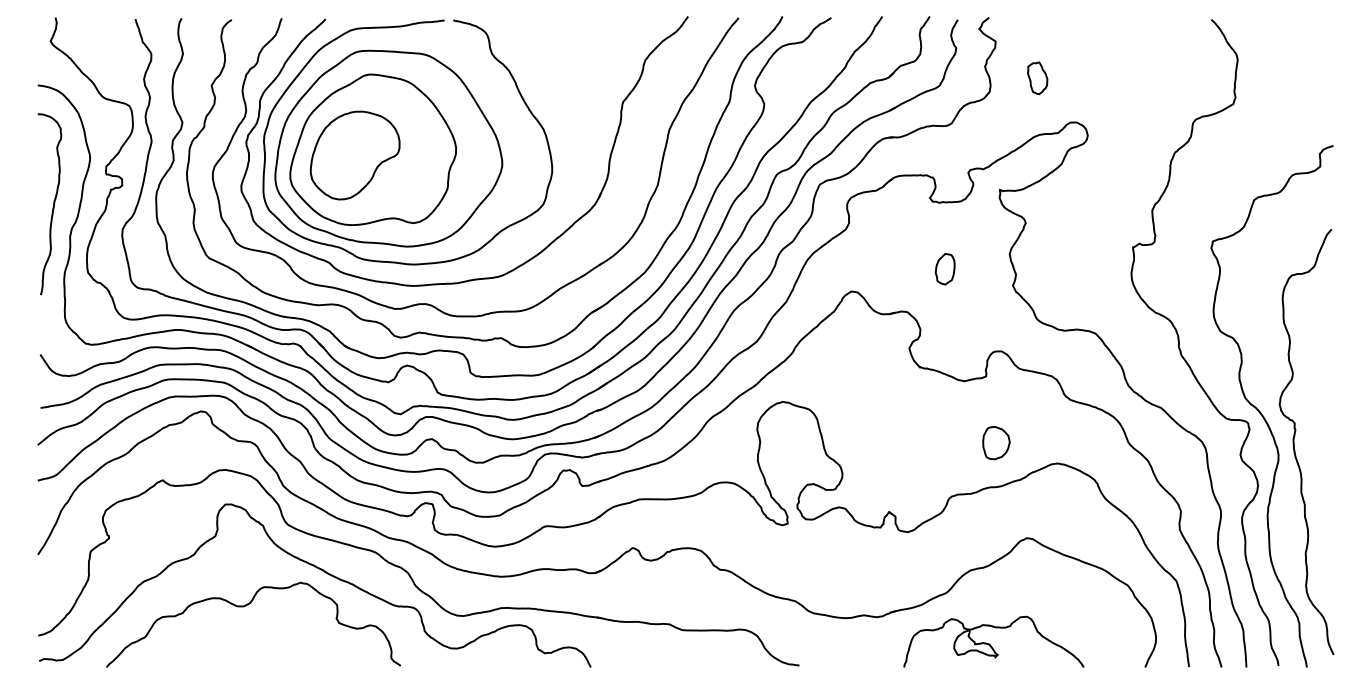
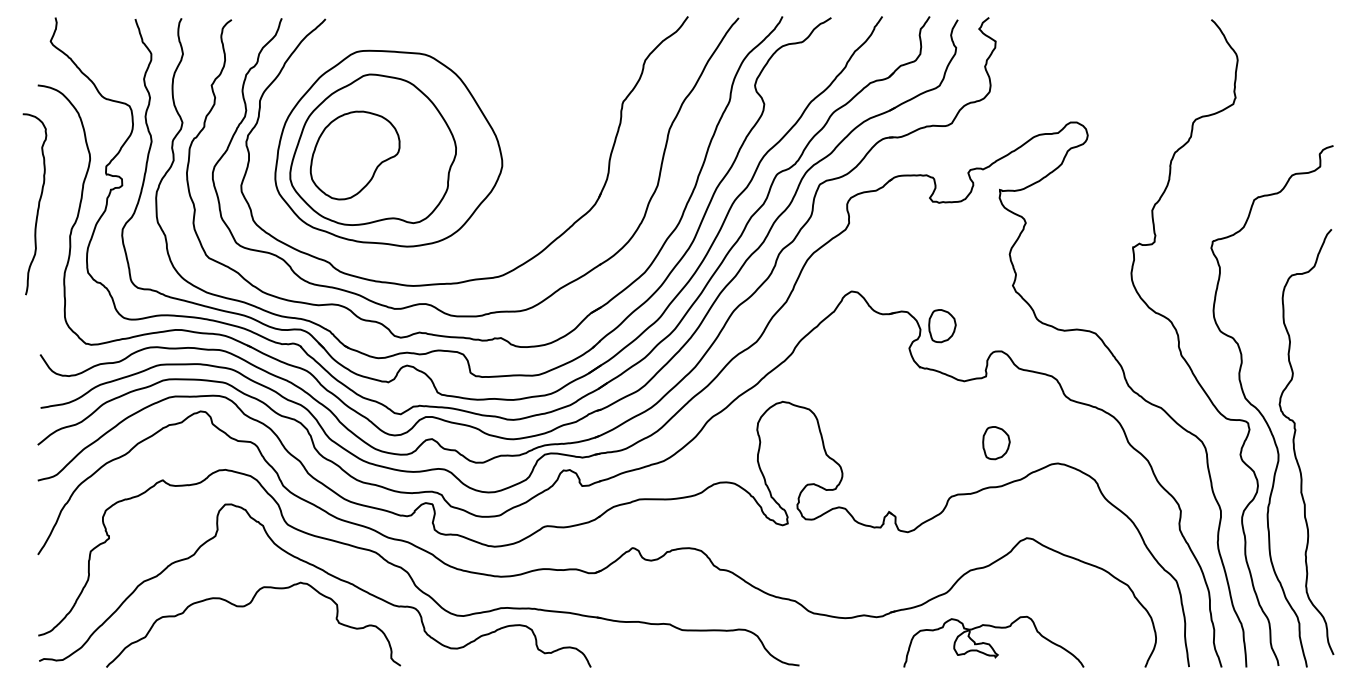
curve at (402, 27): present -> none
part at (1037, 78): present -> none
curve at (53, 204) position: (53, 204) -> (38, 204)
part at (944, 269): present -> none
part at (942, 326): none -> present
